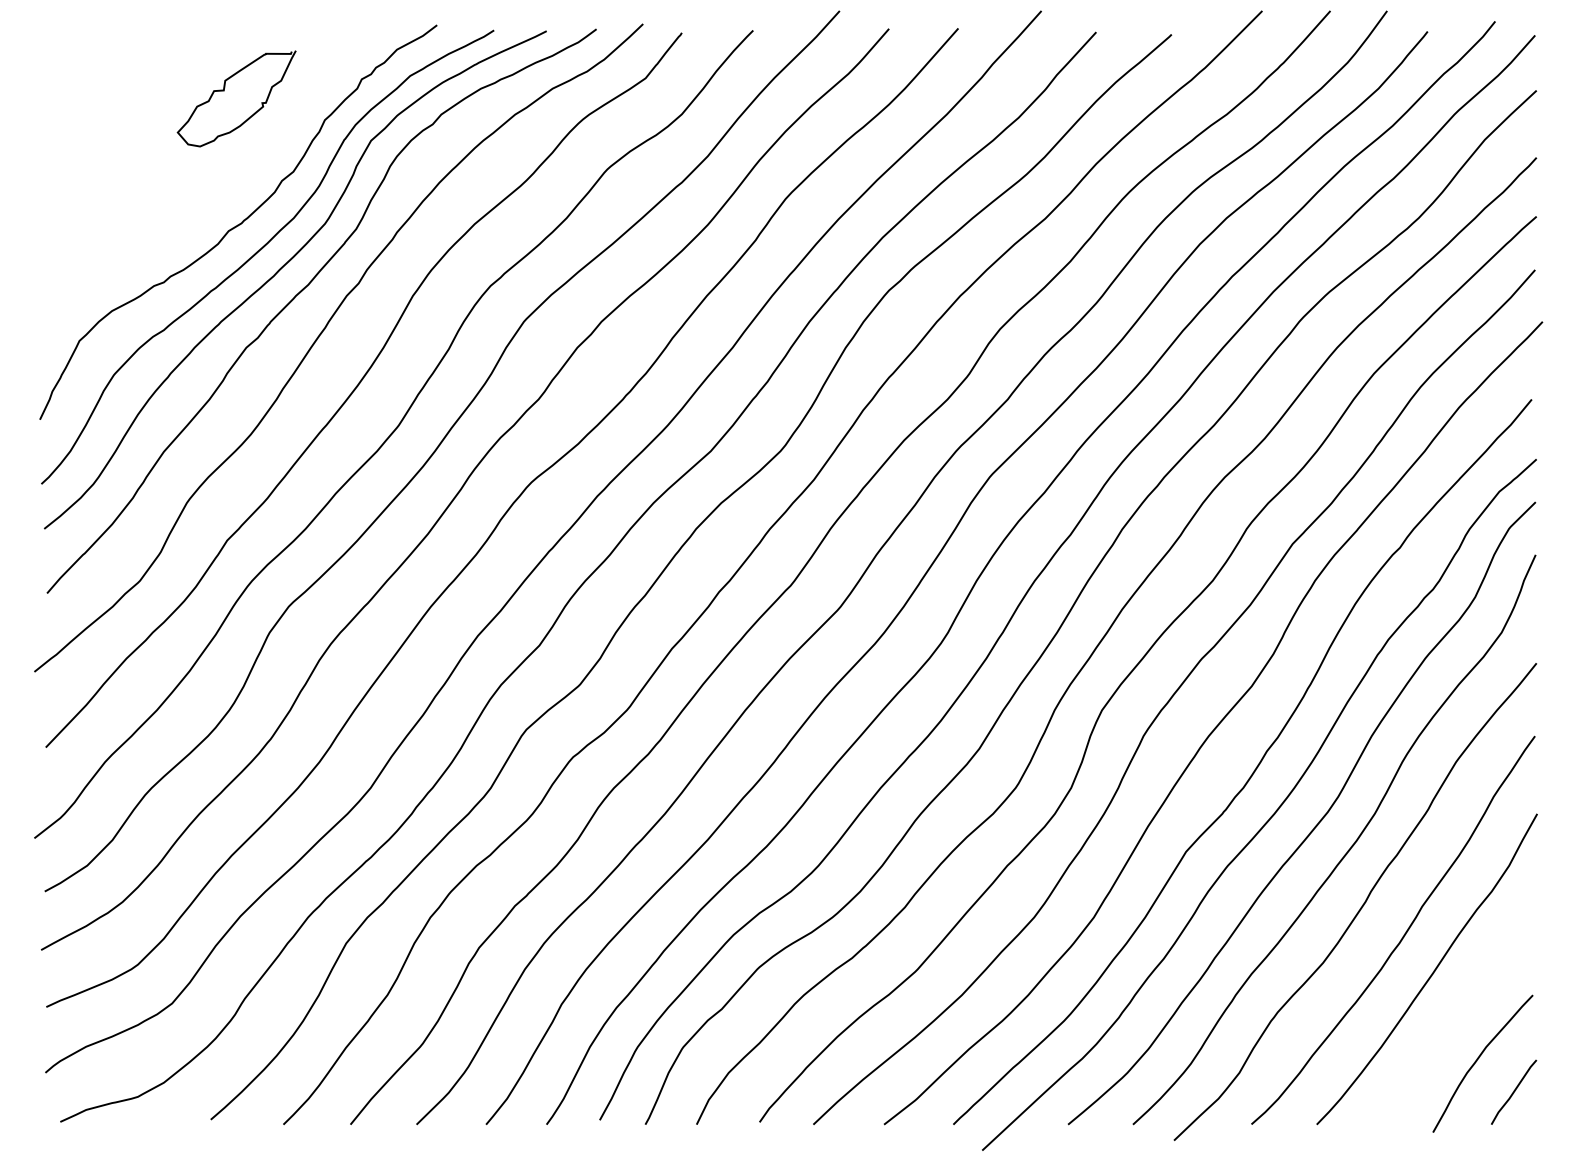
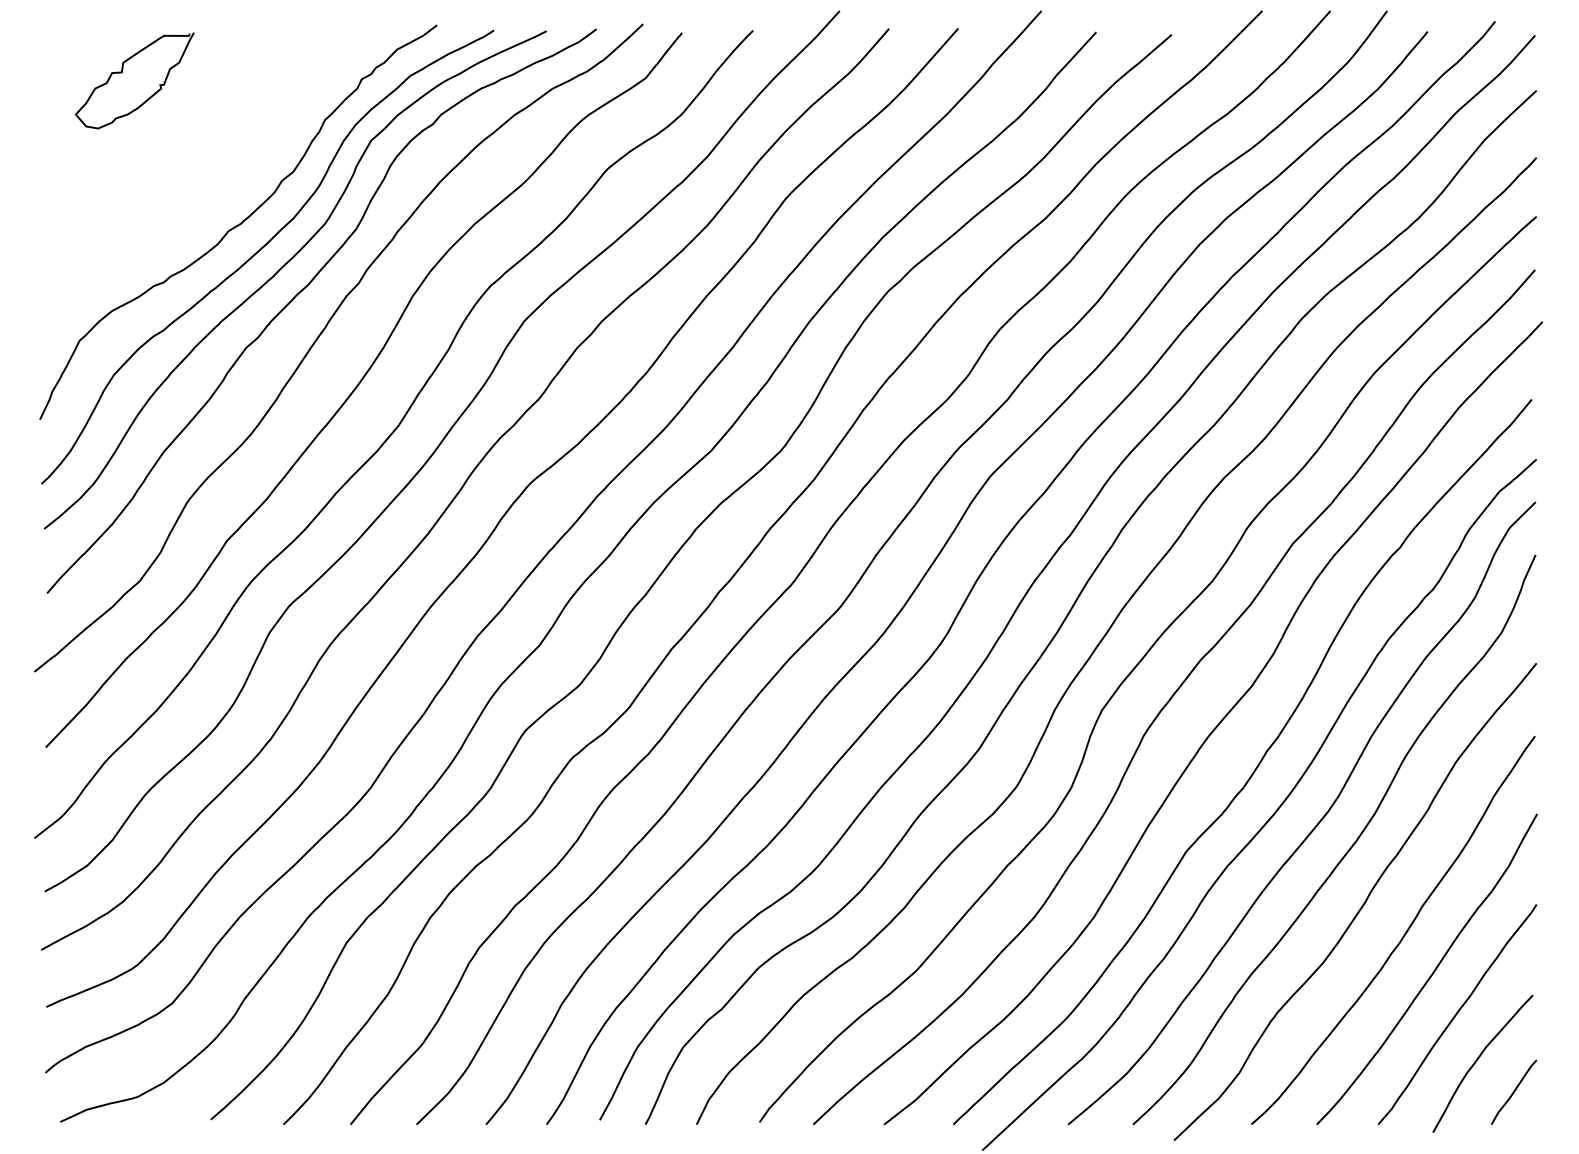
curve at (224, 91) position: (224, 91) -> (122, 73)
curve at (1457, 1014): none -> present
